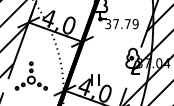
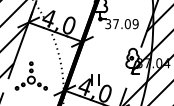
text at (127, 24): 37.79 -> 37.09
